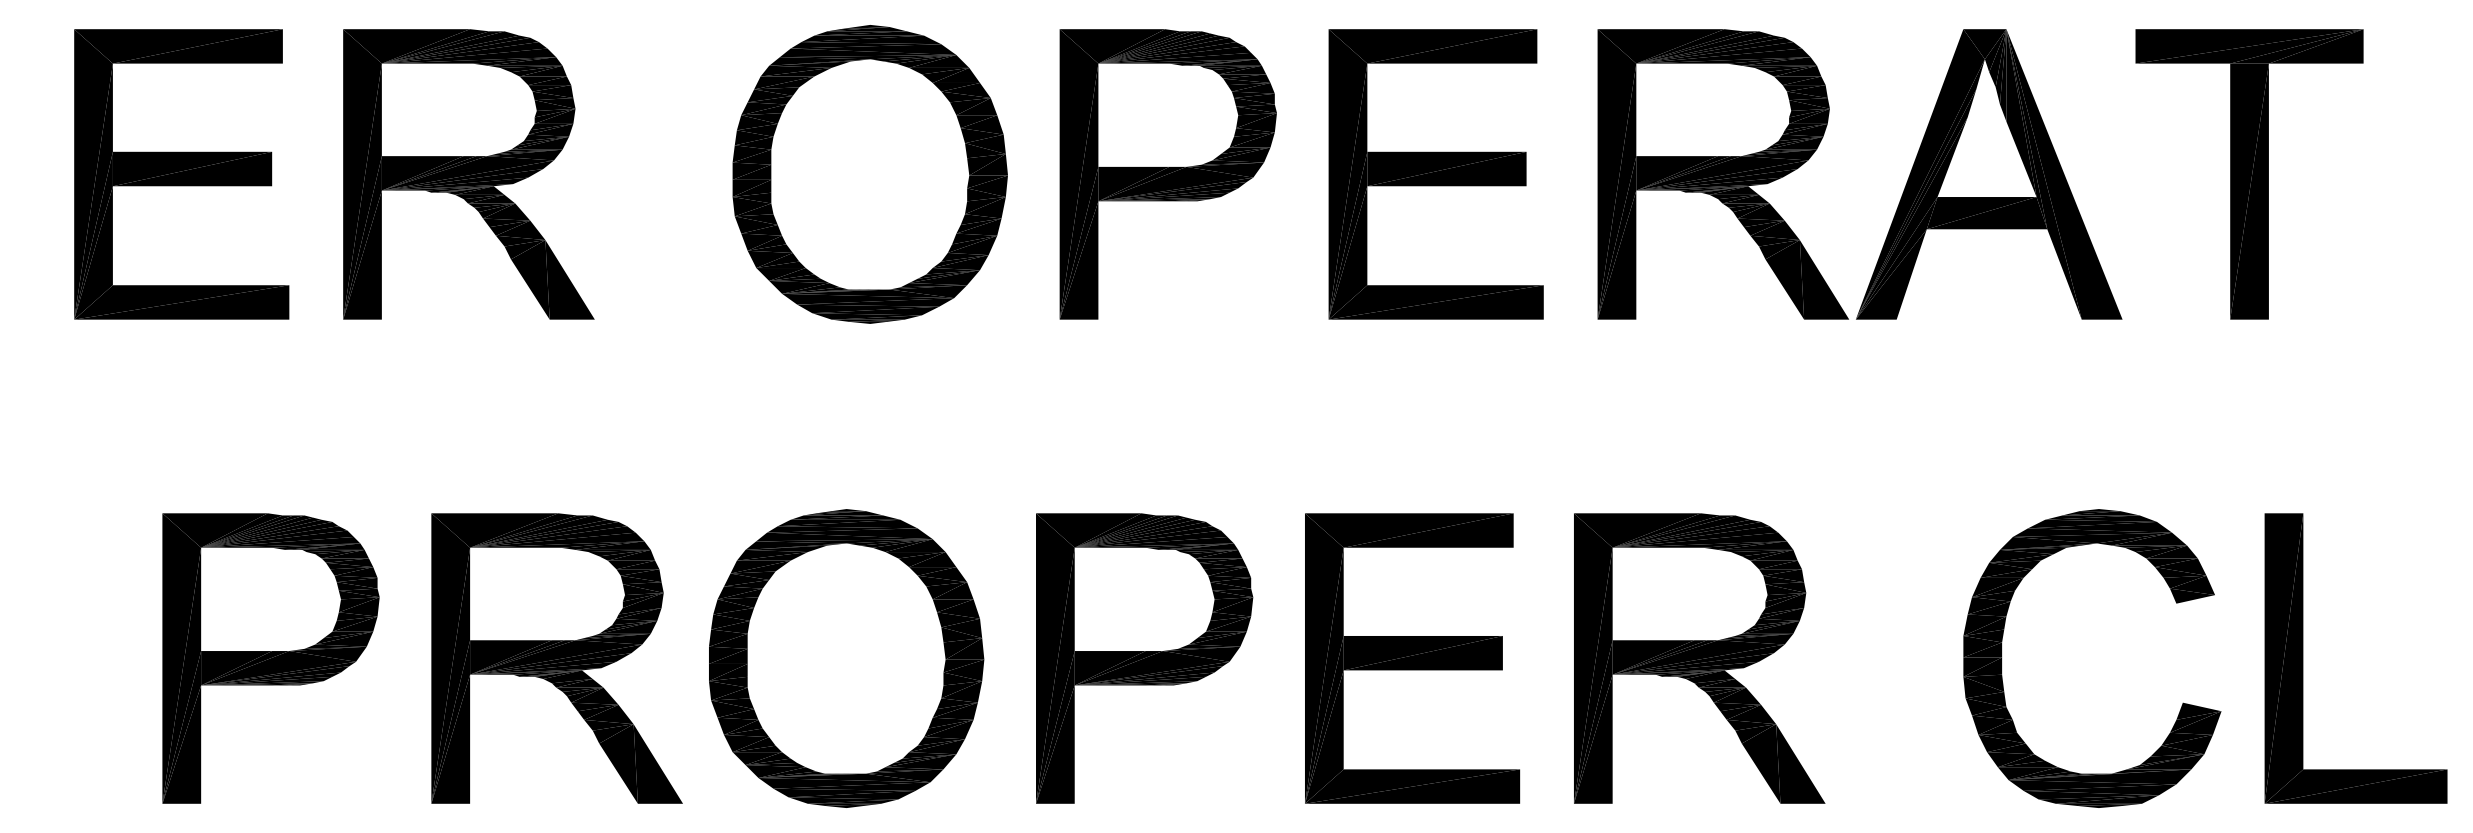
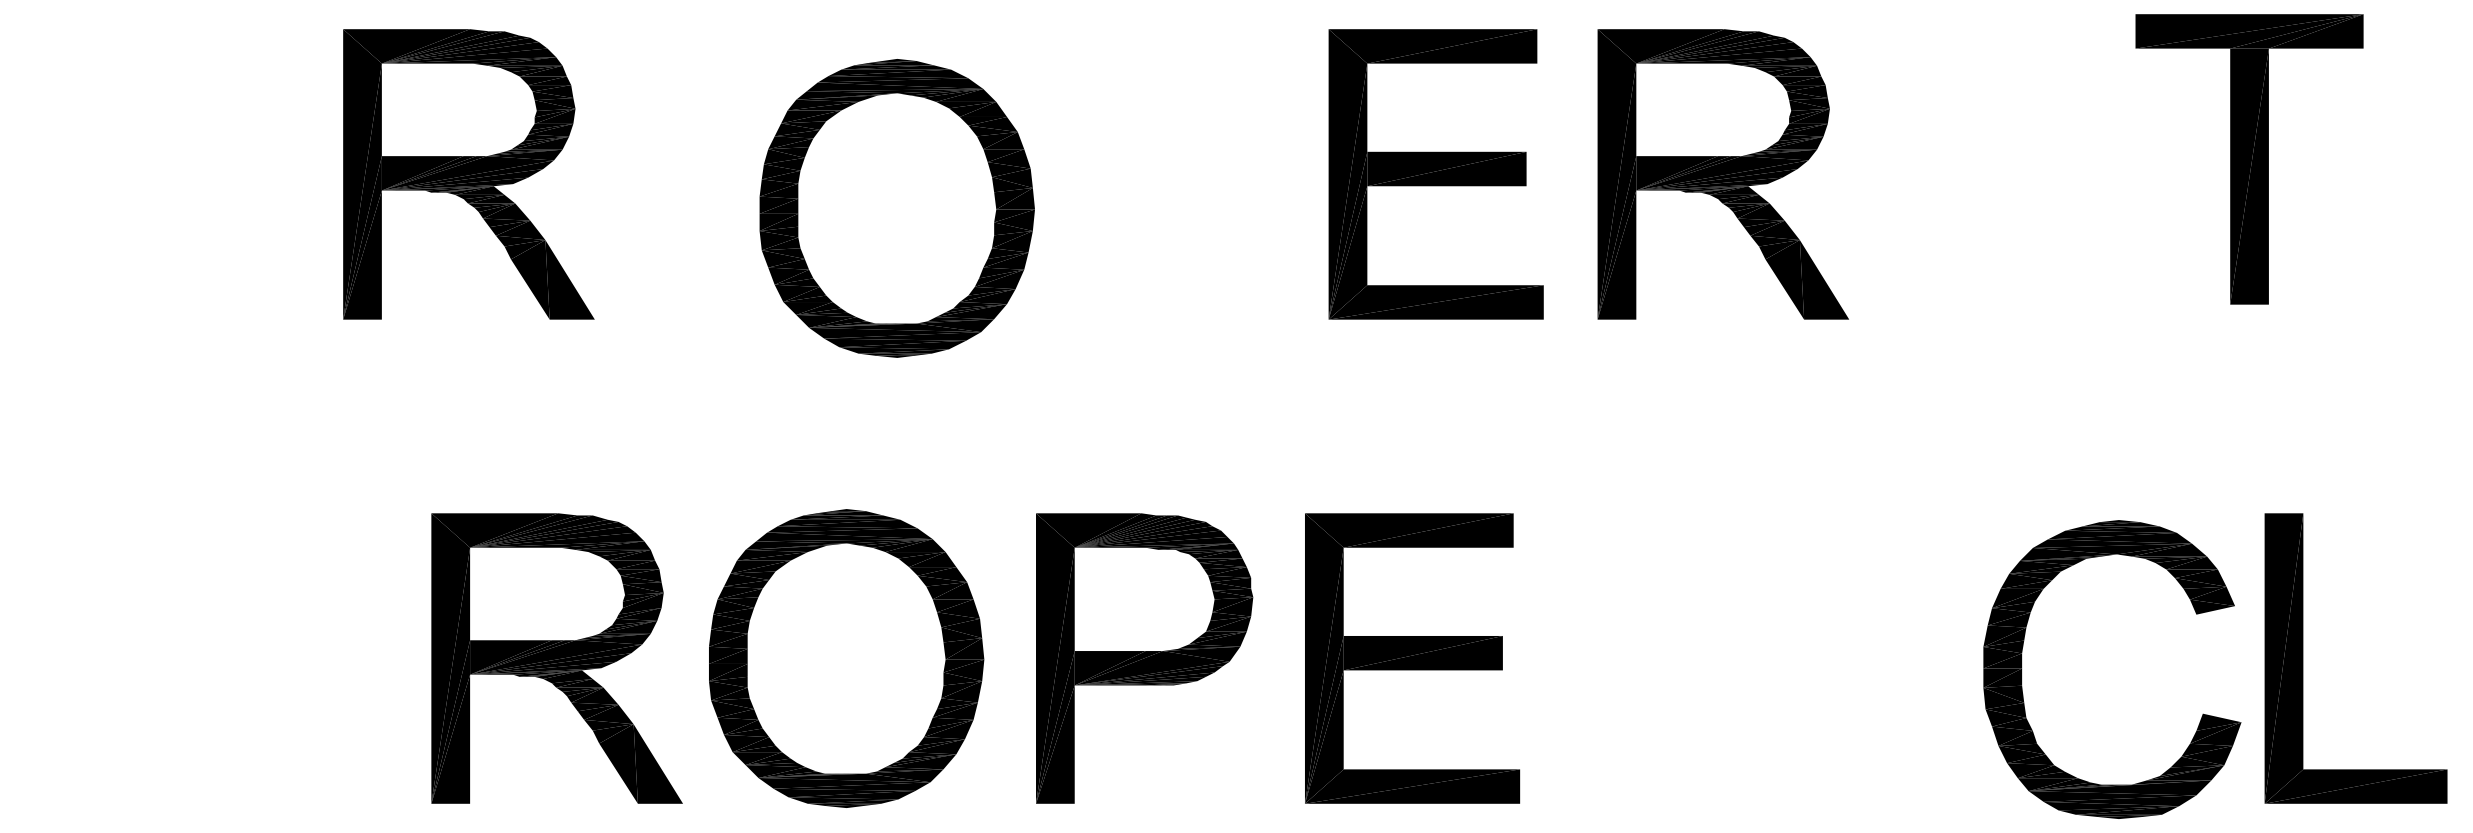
part at (181, 174): present -> none
part at (869, 174) position: (869, 174) -> (896, 208)
part at (1167, 174): present -> none
part at (1989, 174): present -> none
part at (2249, 174) position: (2249, 174) -> (2249, 159)
part at (270, 658): present -> none
part at (1699, 658): present -> none
part at (2002, 658) position: (2002, 658) -> (2022, 669)
